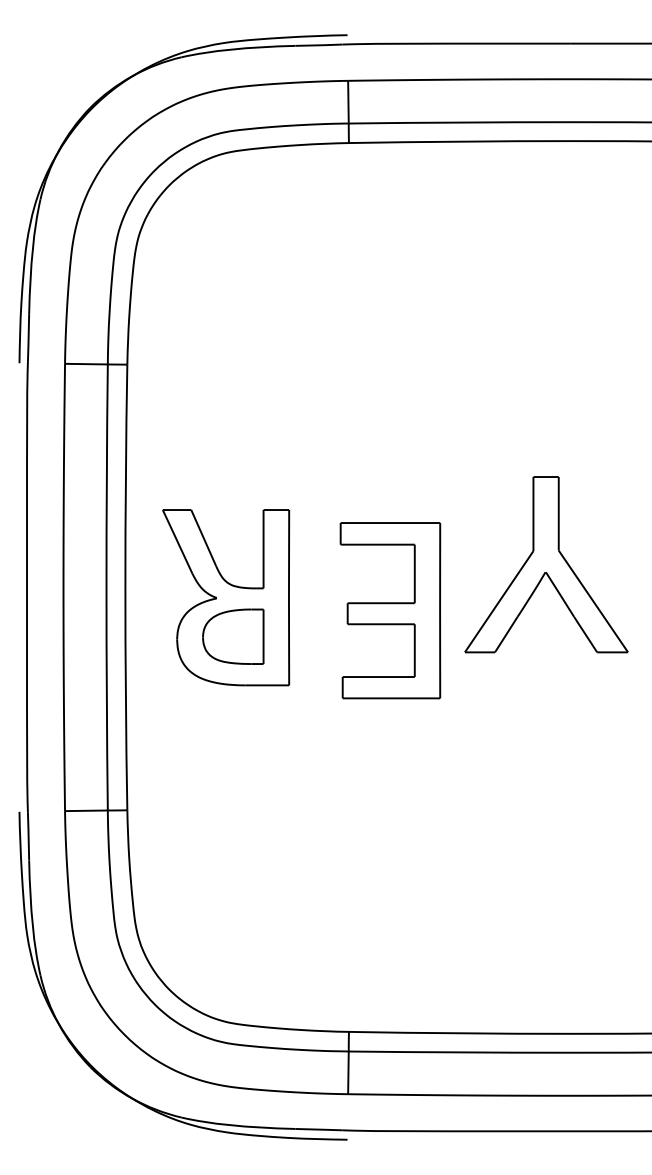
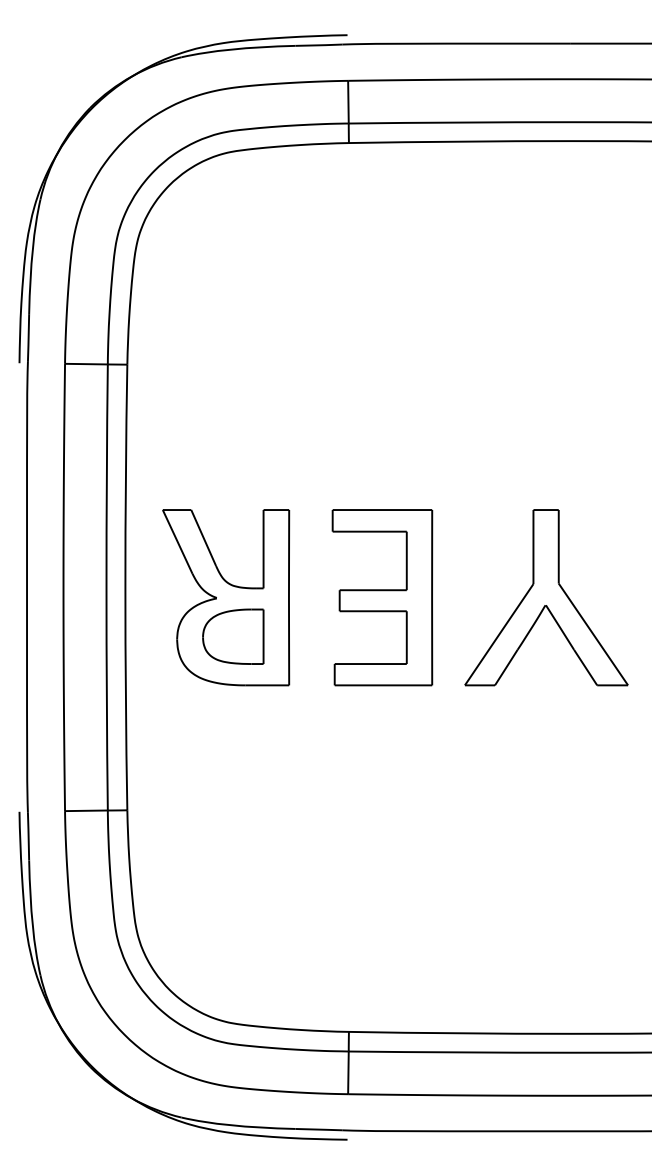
part at (546, 564) position: (546, 564) -> (546, 597)
part at (390, 610) position: (390, 610) -> (382, 597)
